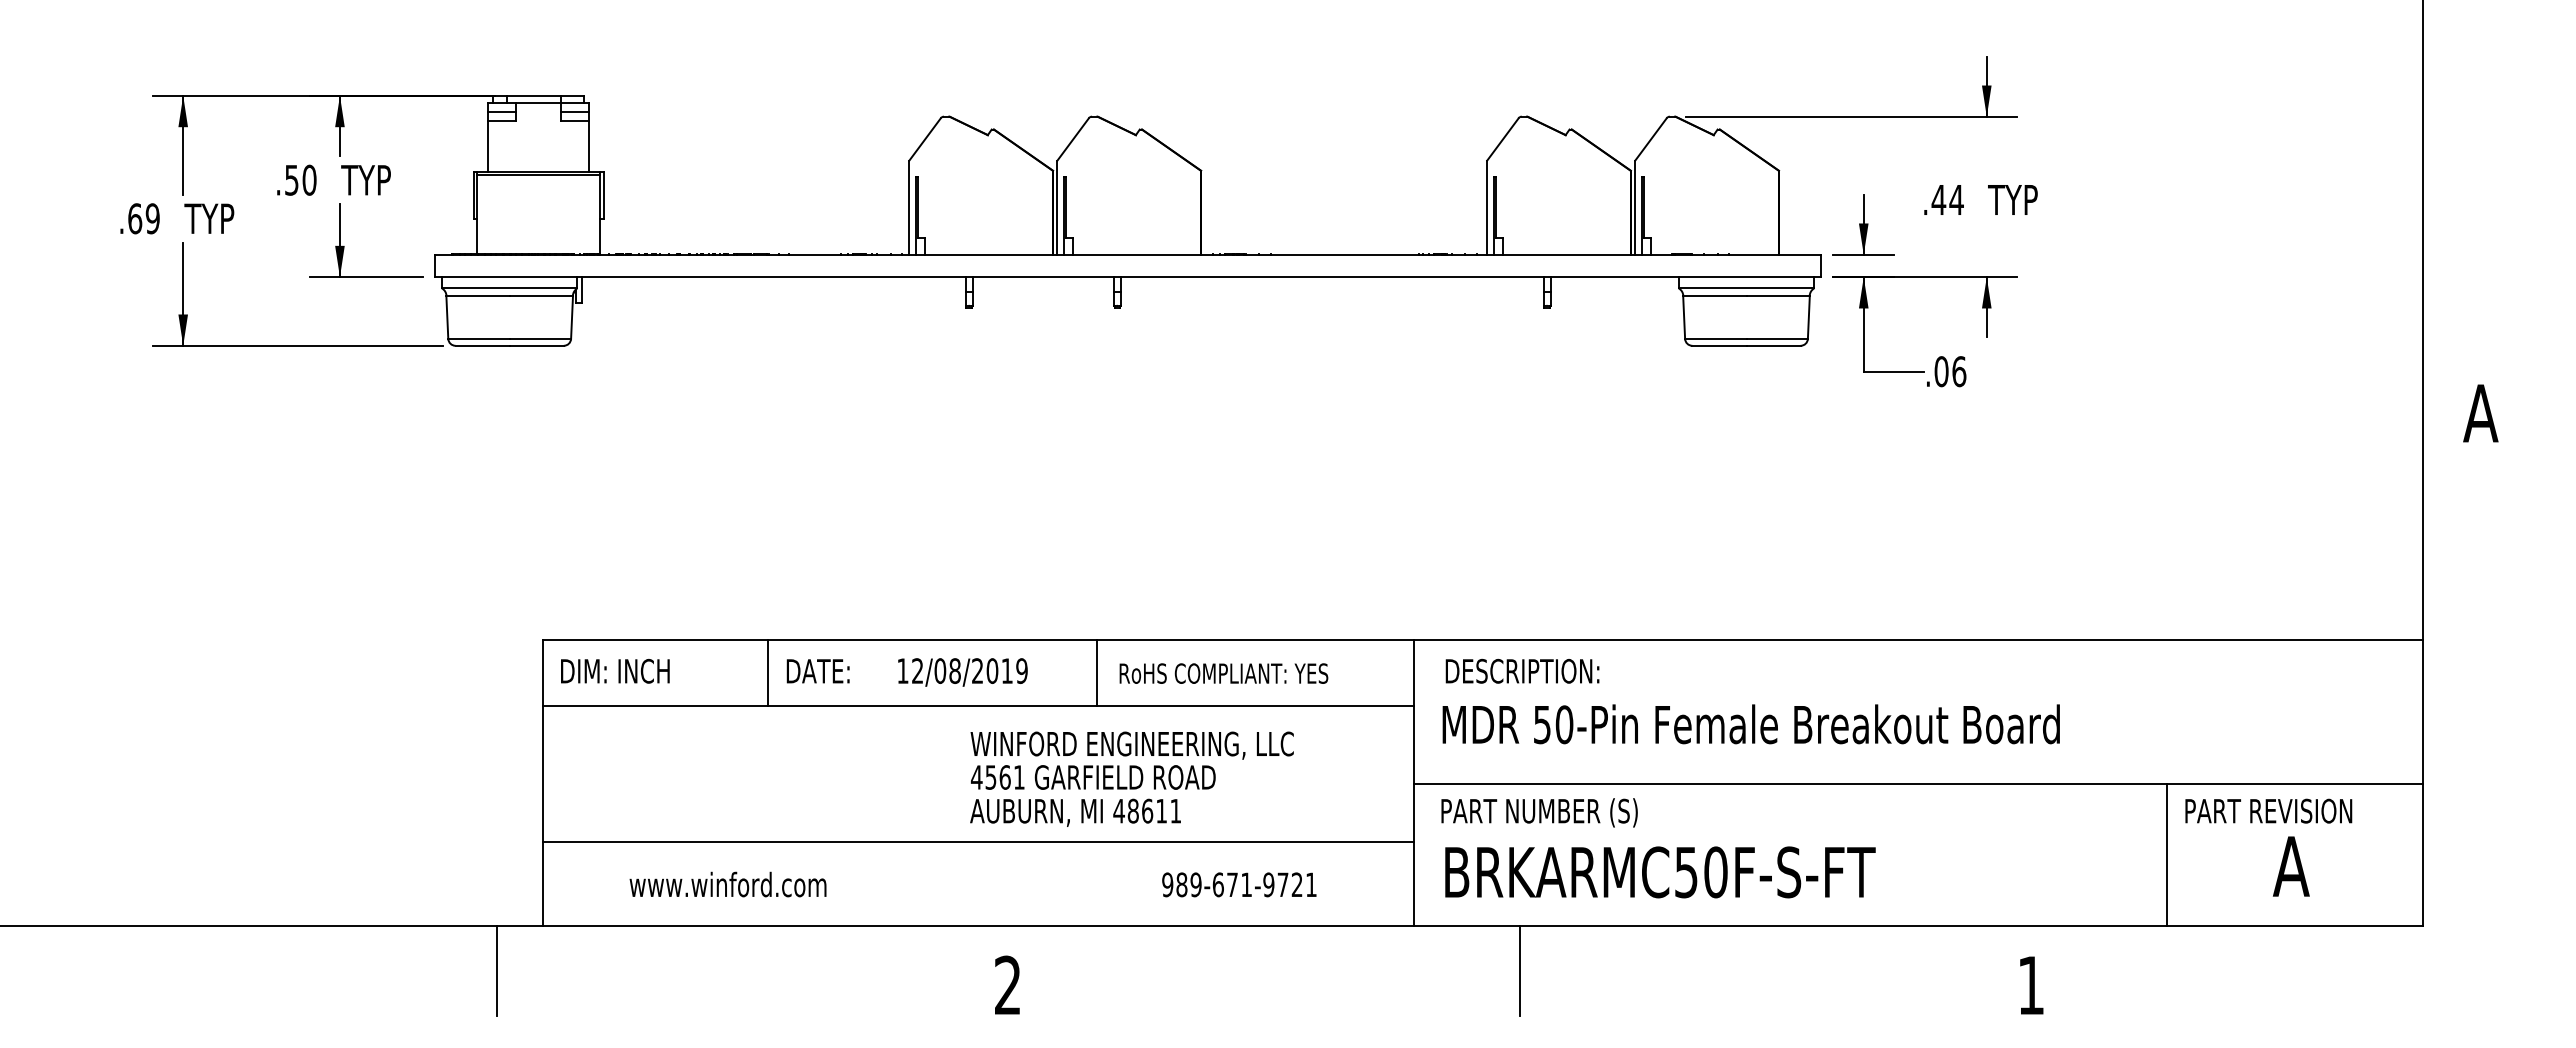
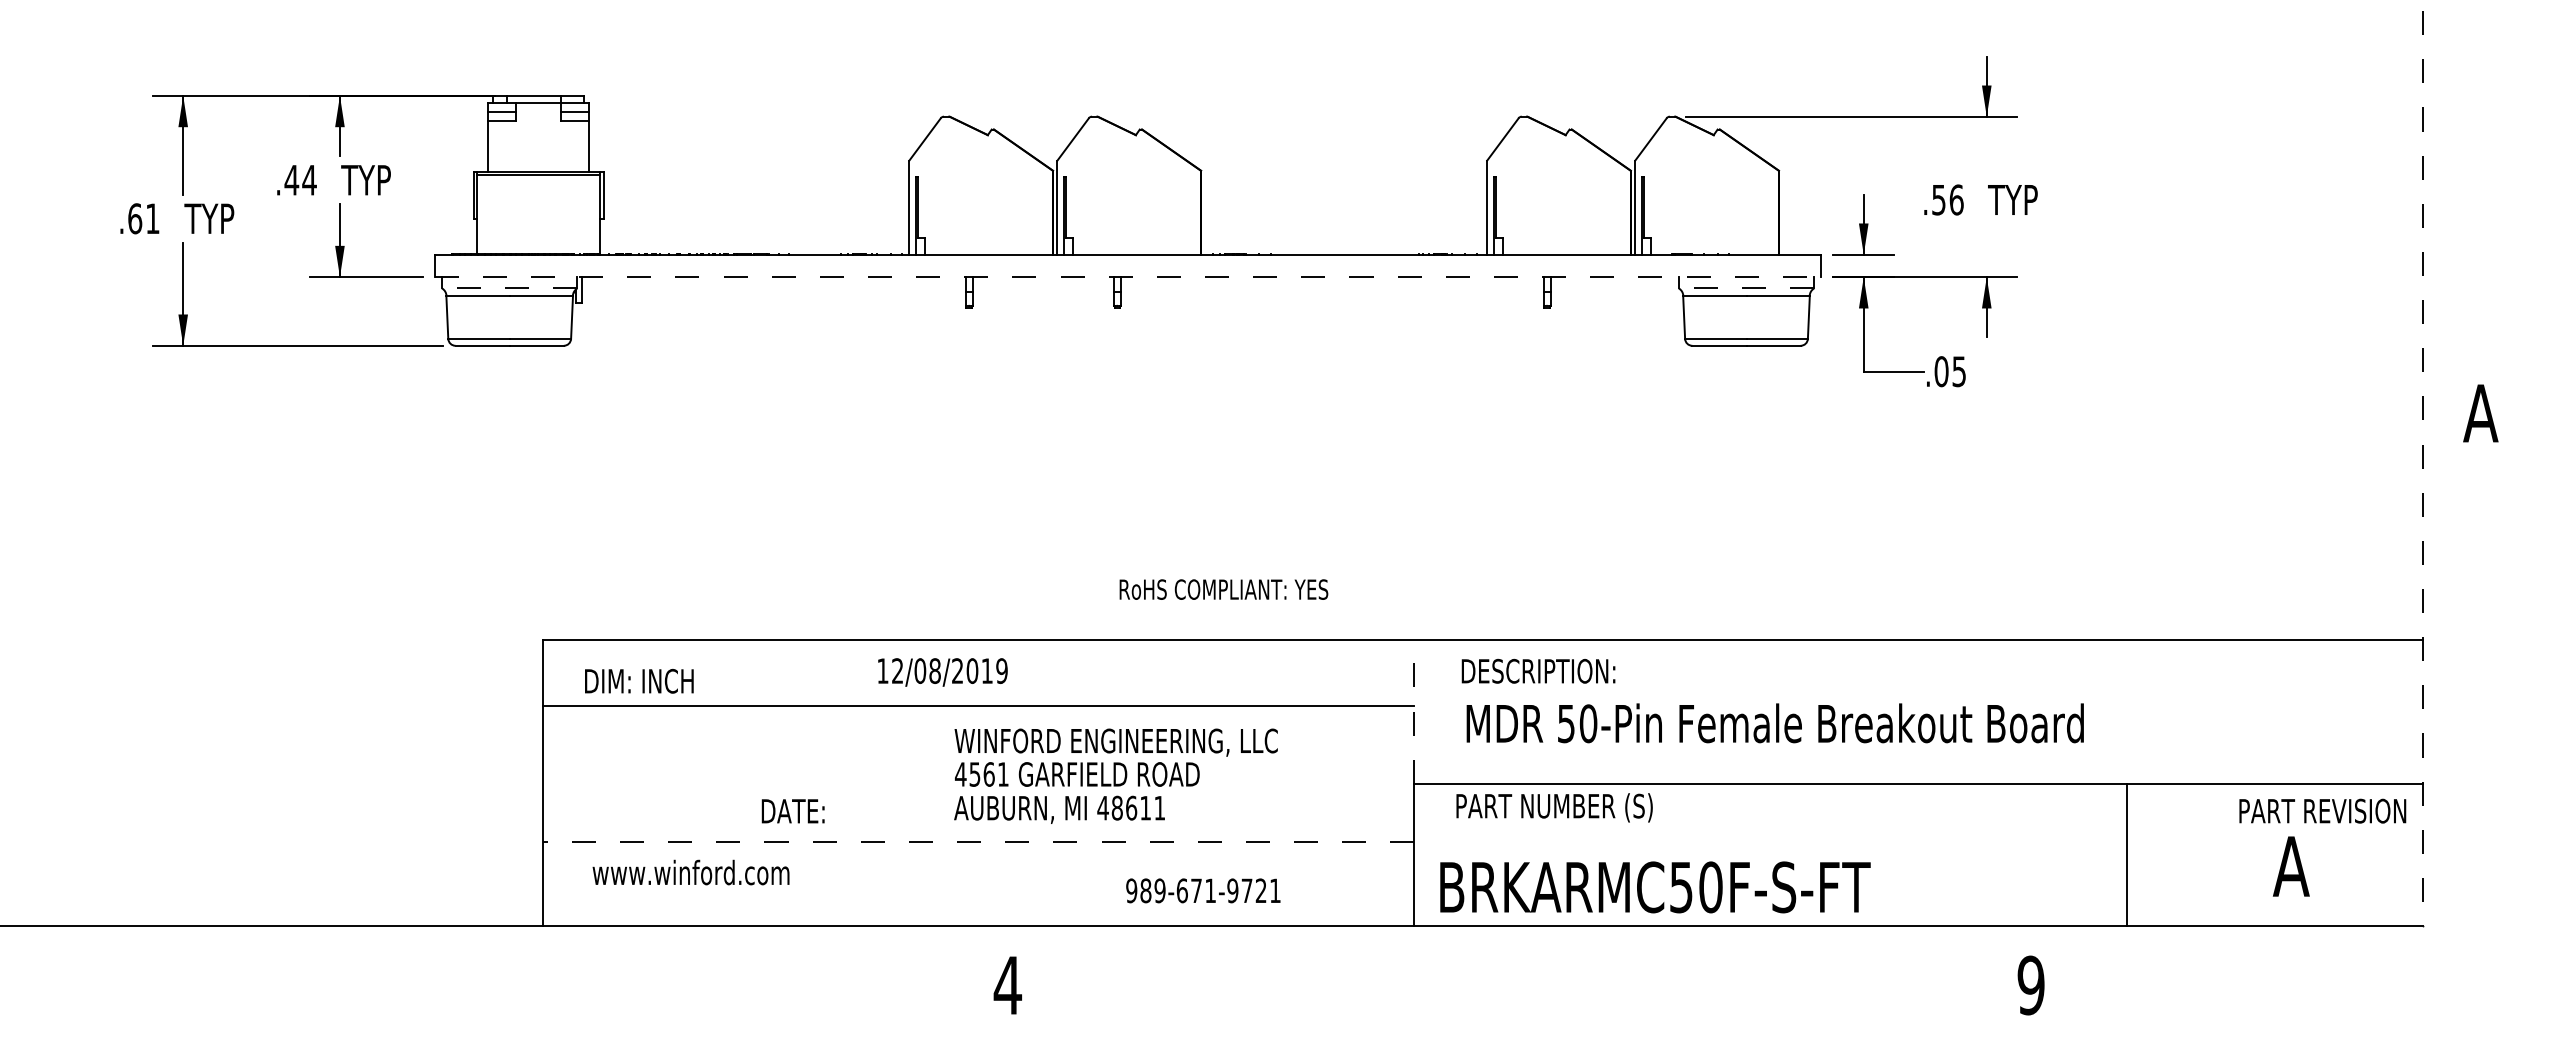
text at (300, 179): .50 -> .44
text at (1947, 199): .44 -> .56
text at (152, 218): .69 -> .61
line at (1128, 277): solid -> dashed
line at (509, 288): solid -> dashed
line at (1746, 288): solid -> dashed
text at (1959, 371): .06 -> .05
line at (2423, 463): solid -> dashed
text at (1522, 670) position: (1522, 670) -> (1538, 670)
text at (615, 671) position: (615, 671) -> (639, 681)
text at (817, 671) position: (817, 671) -> (792, 811)
text at (962, 672) position: (962, 672) -> (942, 672)
line at (768, 673): present -> none
line at (1096, 673): present -> none
text at (1223, 673) position: (1223, 673) -> (1223, 589)
line at (1414, 712): solid -> dashed
text at (1750, 724) position: (1750, 724) -> (1774, 723)
text at (1131, 778) position: (1131, 778) -> (1115, 775)
text at (2268, 810) position: (2268, 810) -> (2322, 810)
text at (1539, 812) position: (1539, 812) -> (1554, 807)
line at (978, 842): solid -> dashed
line at (2167, 854) position: (2167, 854) -> (2127, 854)
text at (1660, 872) position: (1660, 872) -> (1655, 887)
text at (727, 884) position: (727, 884) -> (690, 872)
text at (1239, 884) position: (1239, 884) -> (1203, 890)
line at (496, 971): present -> none
line at (1520, 971): present -> none
text at (1007, 984): 2 -> 4
text at (2030, 985): 1 -> 9
